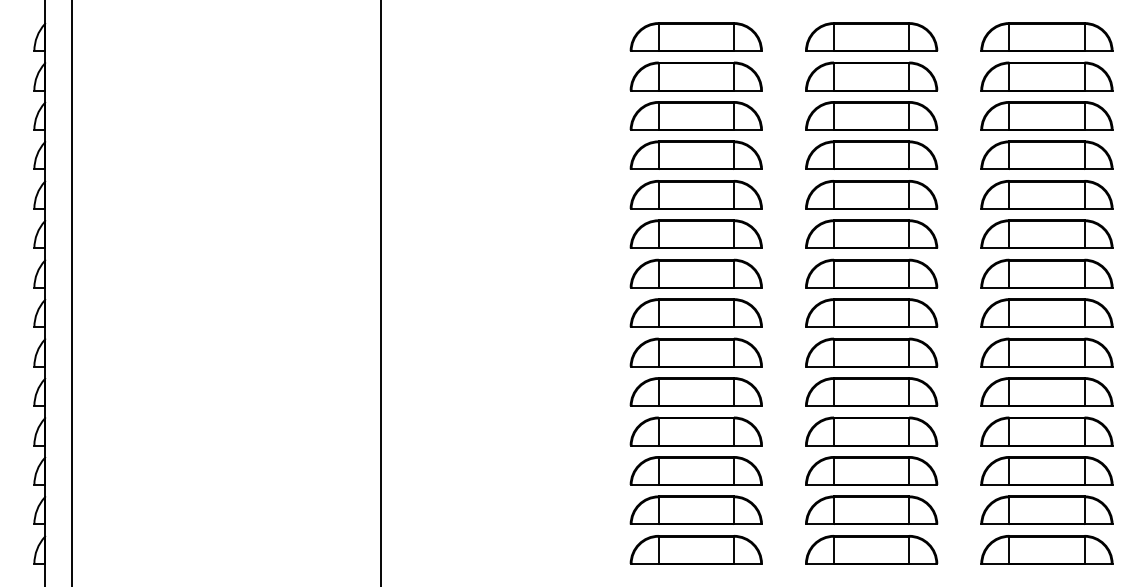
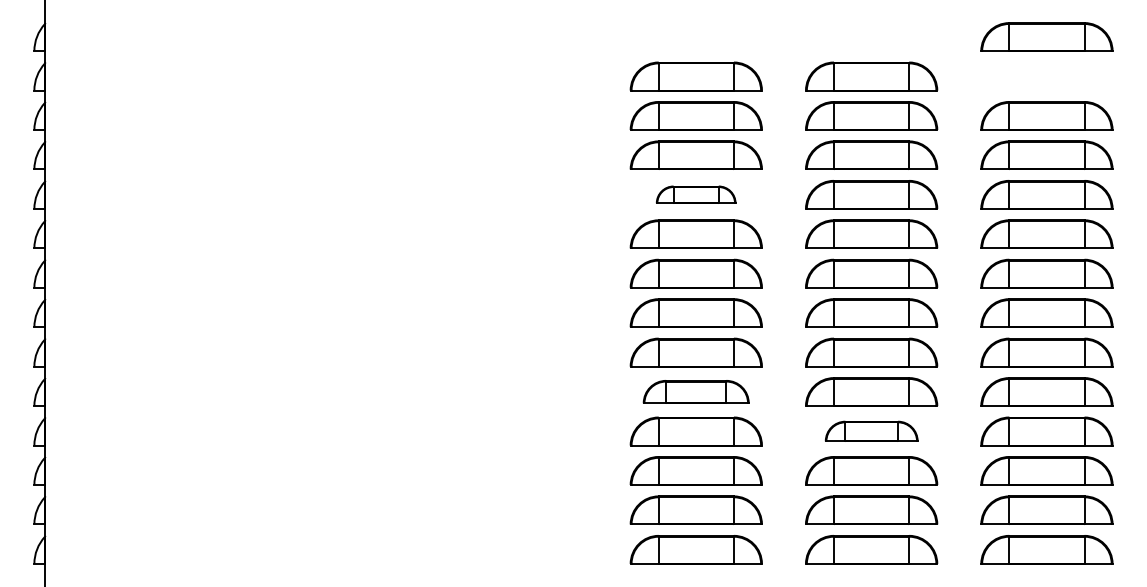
part at (695, 36): present -> none
part at (871, 36): present -> none
part at (1046, 76): present -> none
part at (695, 194) size: 134x30 px -> 82x19 px
line at (71, 292): present -> none
line at (380, 292): present -> none
part at (695, 391) size: 134x30 px -> 108x24 px
part at (871, 431) size: 134x31 px -> 95x22 px
